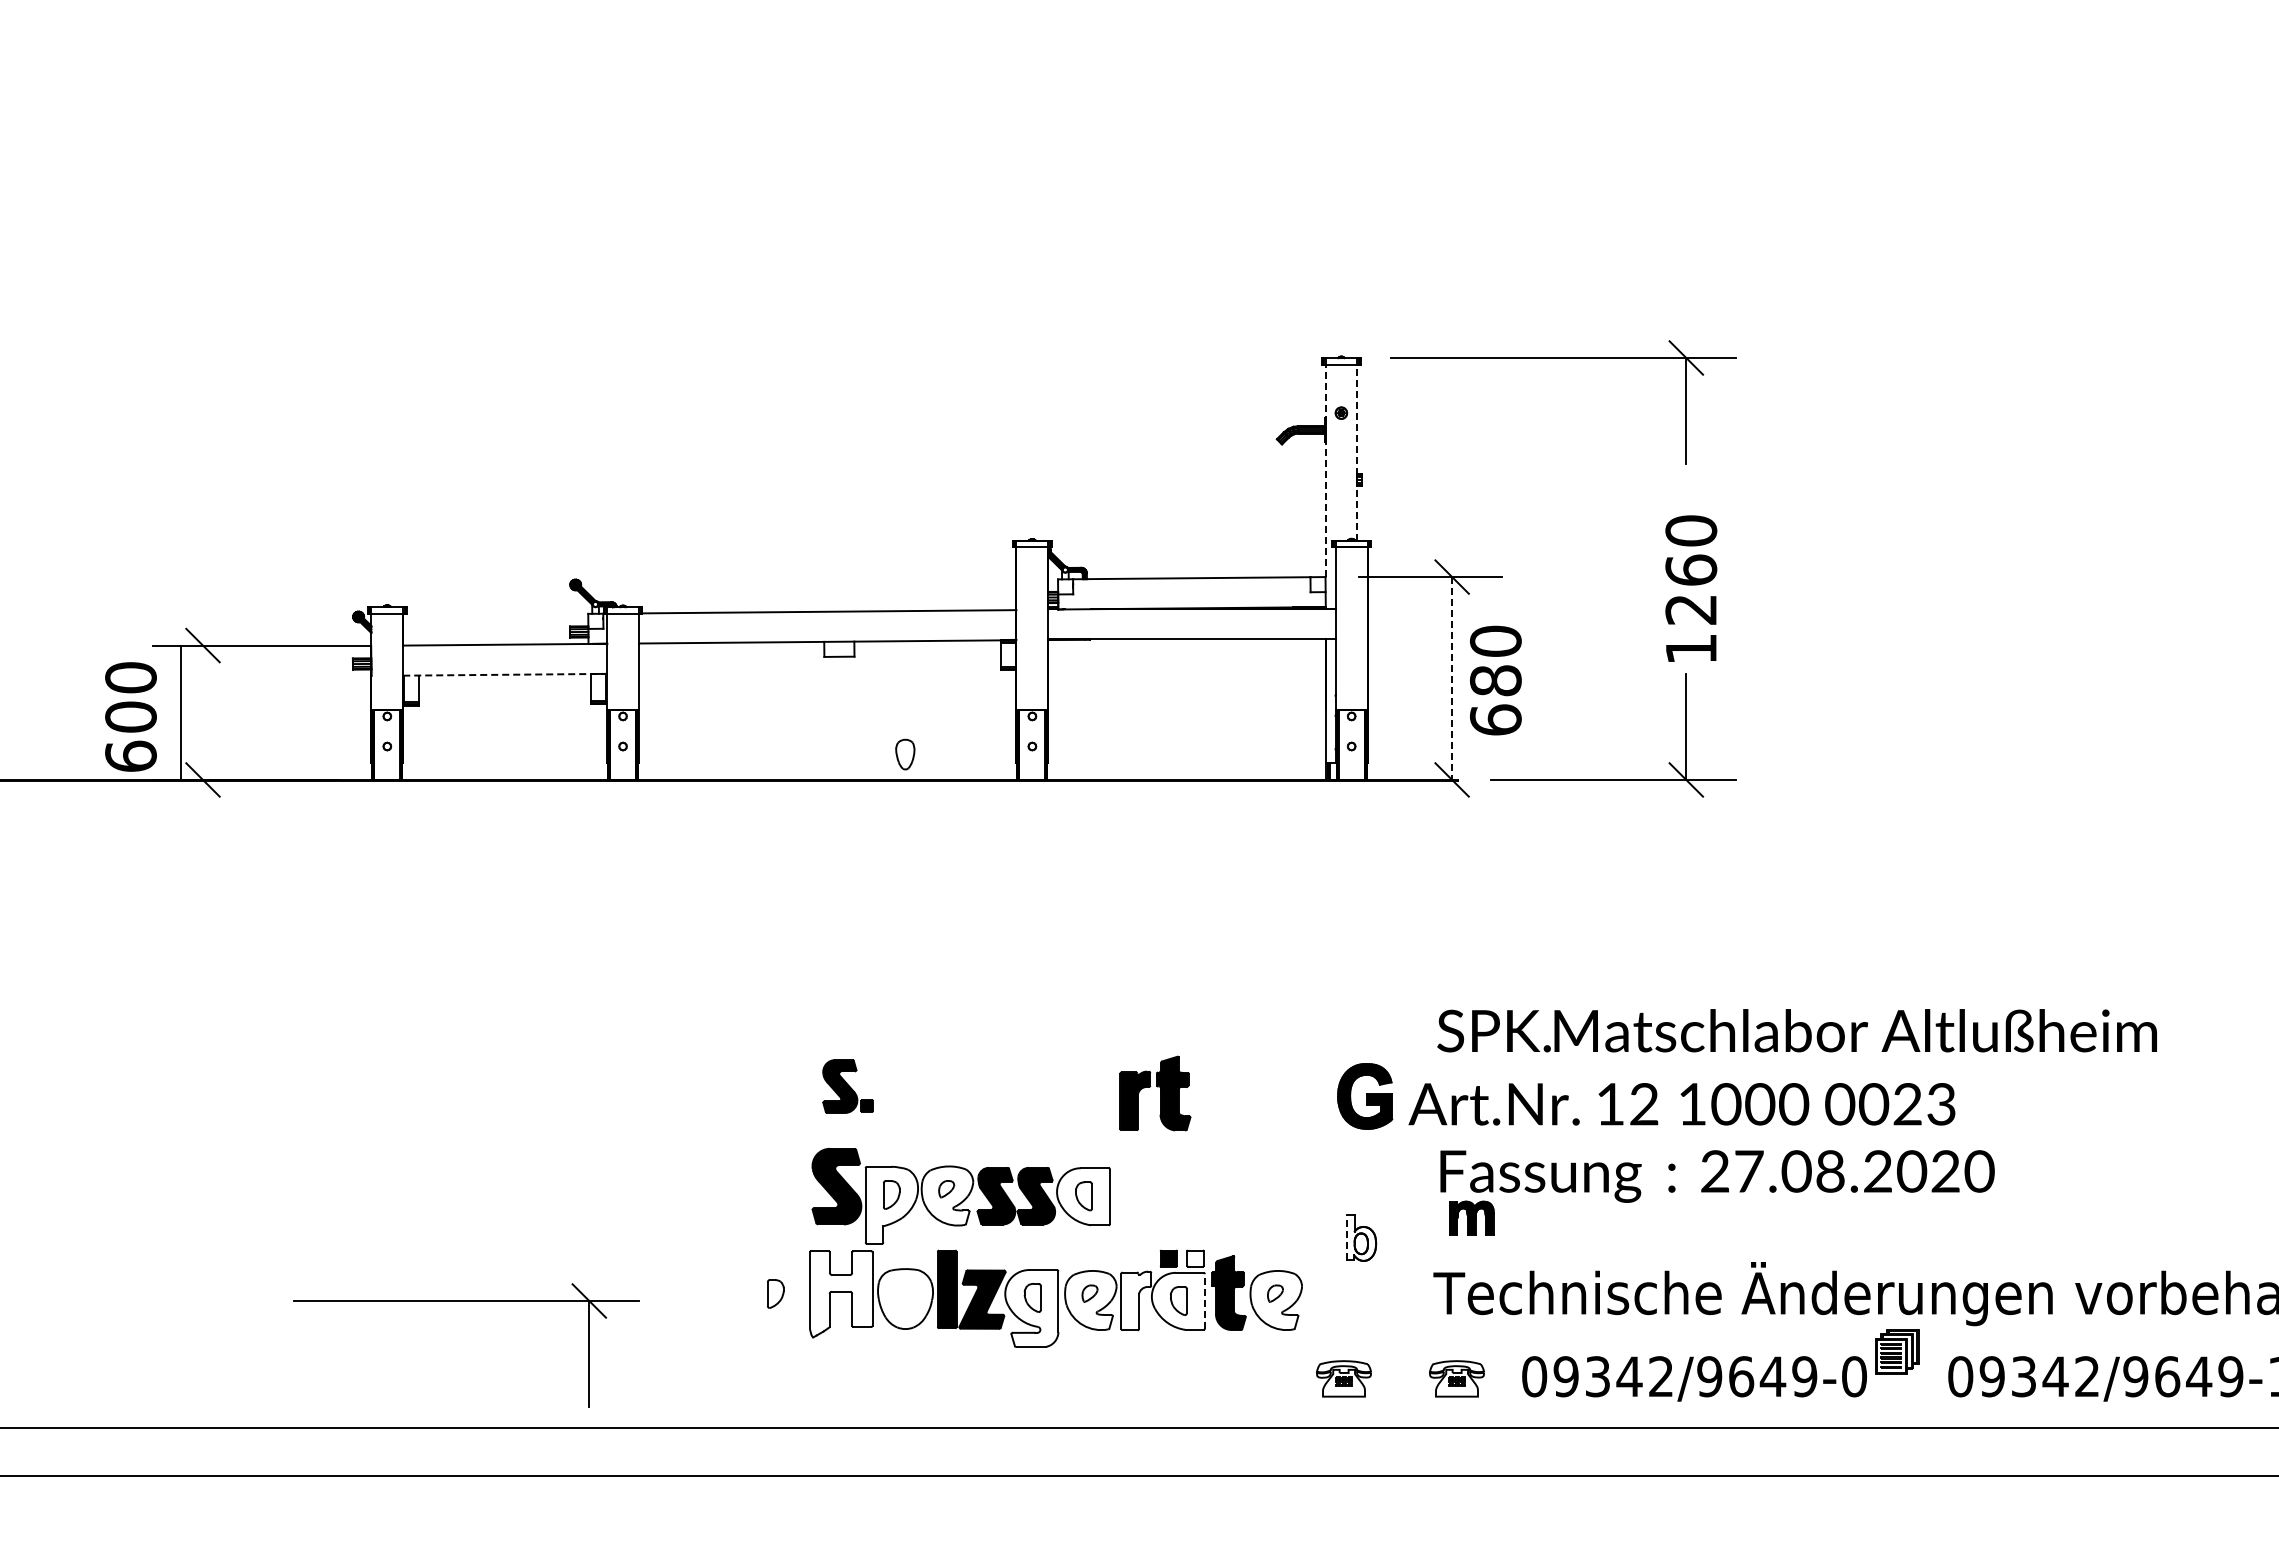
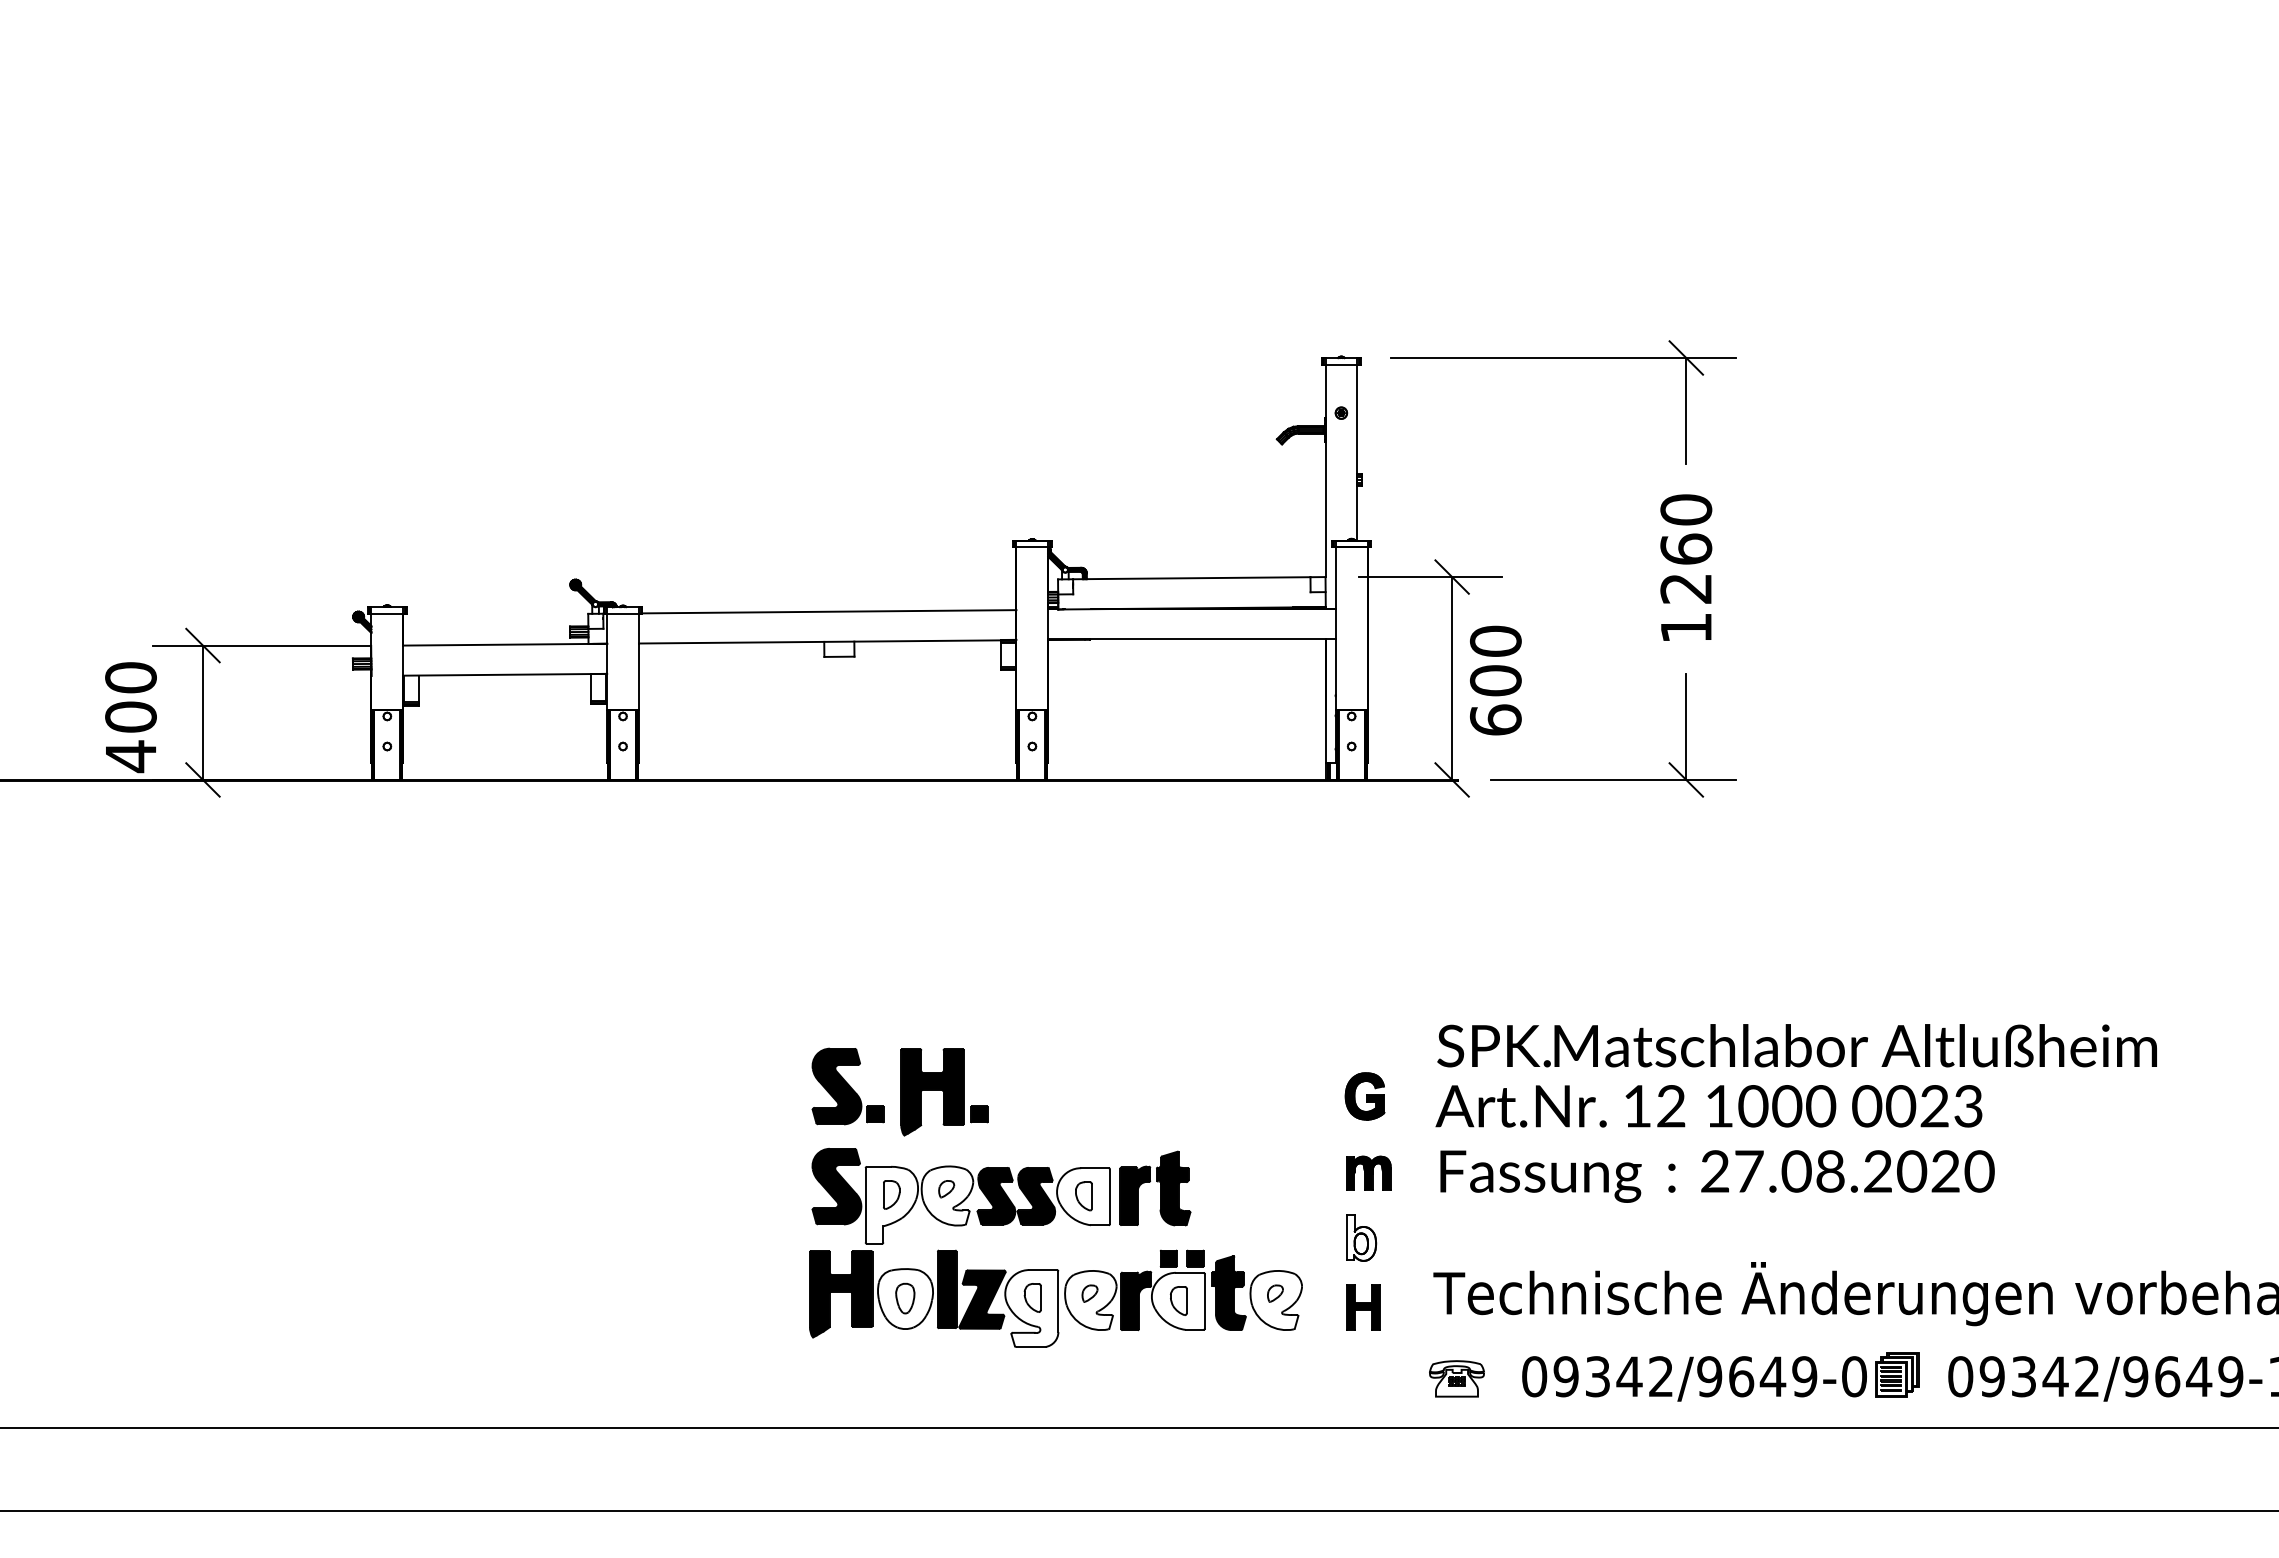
line at (1357, 452): dashed -> solid
line at (1325, 470): dashed -> solid
text at (1691, 588) position: (1691, 588) -> (1686, 567)
line at (505, 674): dashed -> solid
line at (1452, 679): dashed -> solid
text at (1495, 680): 680 -> 600
line at (181, 712) position: (181, 712) -> (203, 712)
part at (905, 754) position: (905, 754) -> (905, 1298)
text at (130, 756): 600 -> 400
text at (1796, 1030) position: (1796, 1030) -> (1796, 1045)
part at (847, 1086) size: 52x55 px -> 74x79 px
part at (944, 1092): none -> present
part at (1155, 1093) position: (1155, 1093) -> (1155, 1188)
part at (1365, 1096) size: 57x67 px -> 42x49 px
text at (1681, 1104) position: (1681, 1104) -> (1708, 1106)
part at (1471, 1217) position: (1471, 1217) -> (1368, 1172)
line at (1346, 1237): dashed -> solid
fill at (1195, 1258): none -> present
part at (775, 1293): present -> none
fill at (840, 1294): none -> present
fill at (1136, 1300): none -> present
line at (1204, 1300): dashed -> solid
part at (466, 1301): present -> none
part at (1363, 1307): none -> present
part at (1897, 1351) position: (1897, 1351) -> (1897, 1374)
part at (1343, 1378): present -> none
line at (1138, 1476) position: (1138, 1476) -> (1138, 1511)
